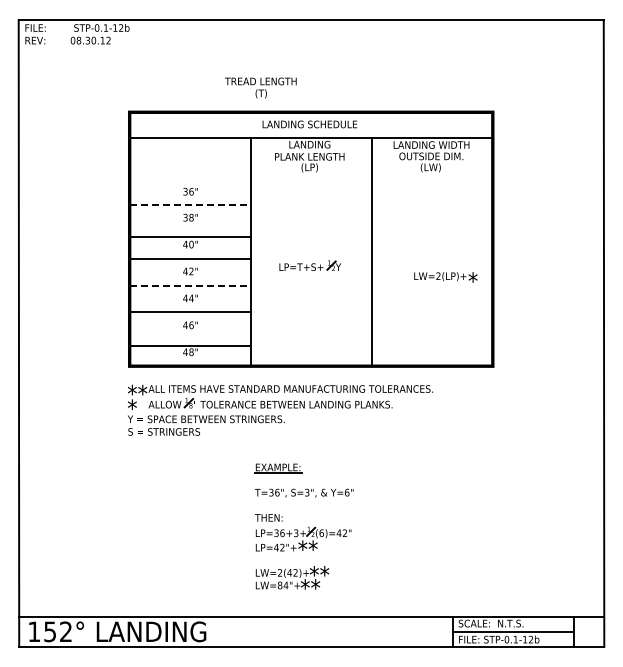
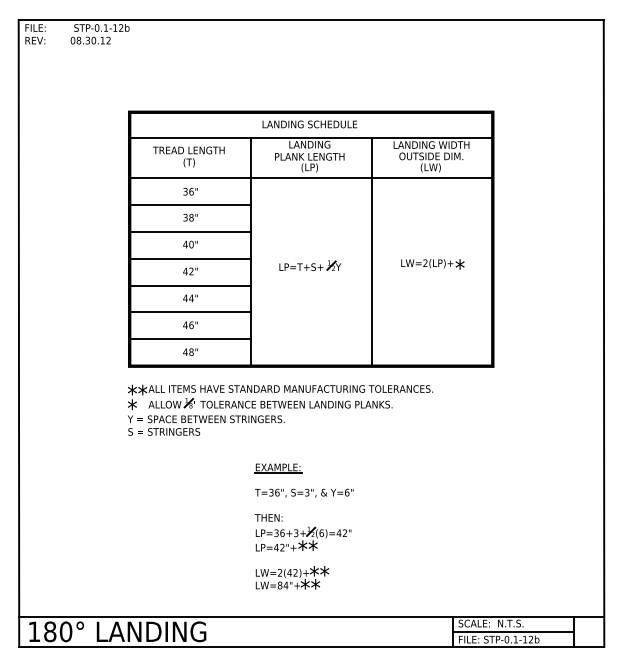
text at (260, 87) position: (260, 87) -> (188, 156)
line at (310, 177): none -> present
line at (190, 204): dashed -> solid
line at (189, 236) position: (189, 236) -> (189, 231)
text at (445, 277) position: (445, 277) -> (432, 264)
line at (190, 285): dashed -> solid
line at (189, 346) position: (189, 346) -> (189, 339)
text at (58, 631): 152° -> 180°
